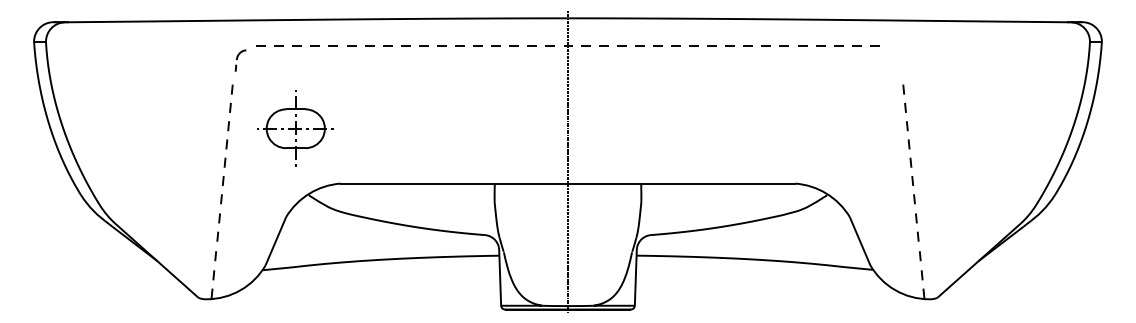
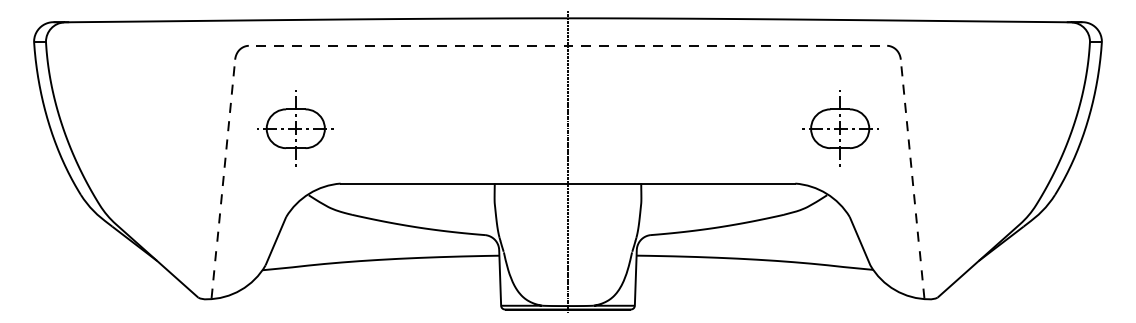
part at (240, 60) size: 13x23 px -> 17x32 px
part at (895, 60): none -> present
part at (840, 128): none -> present
